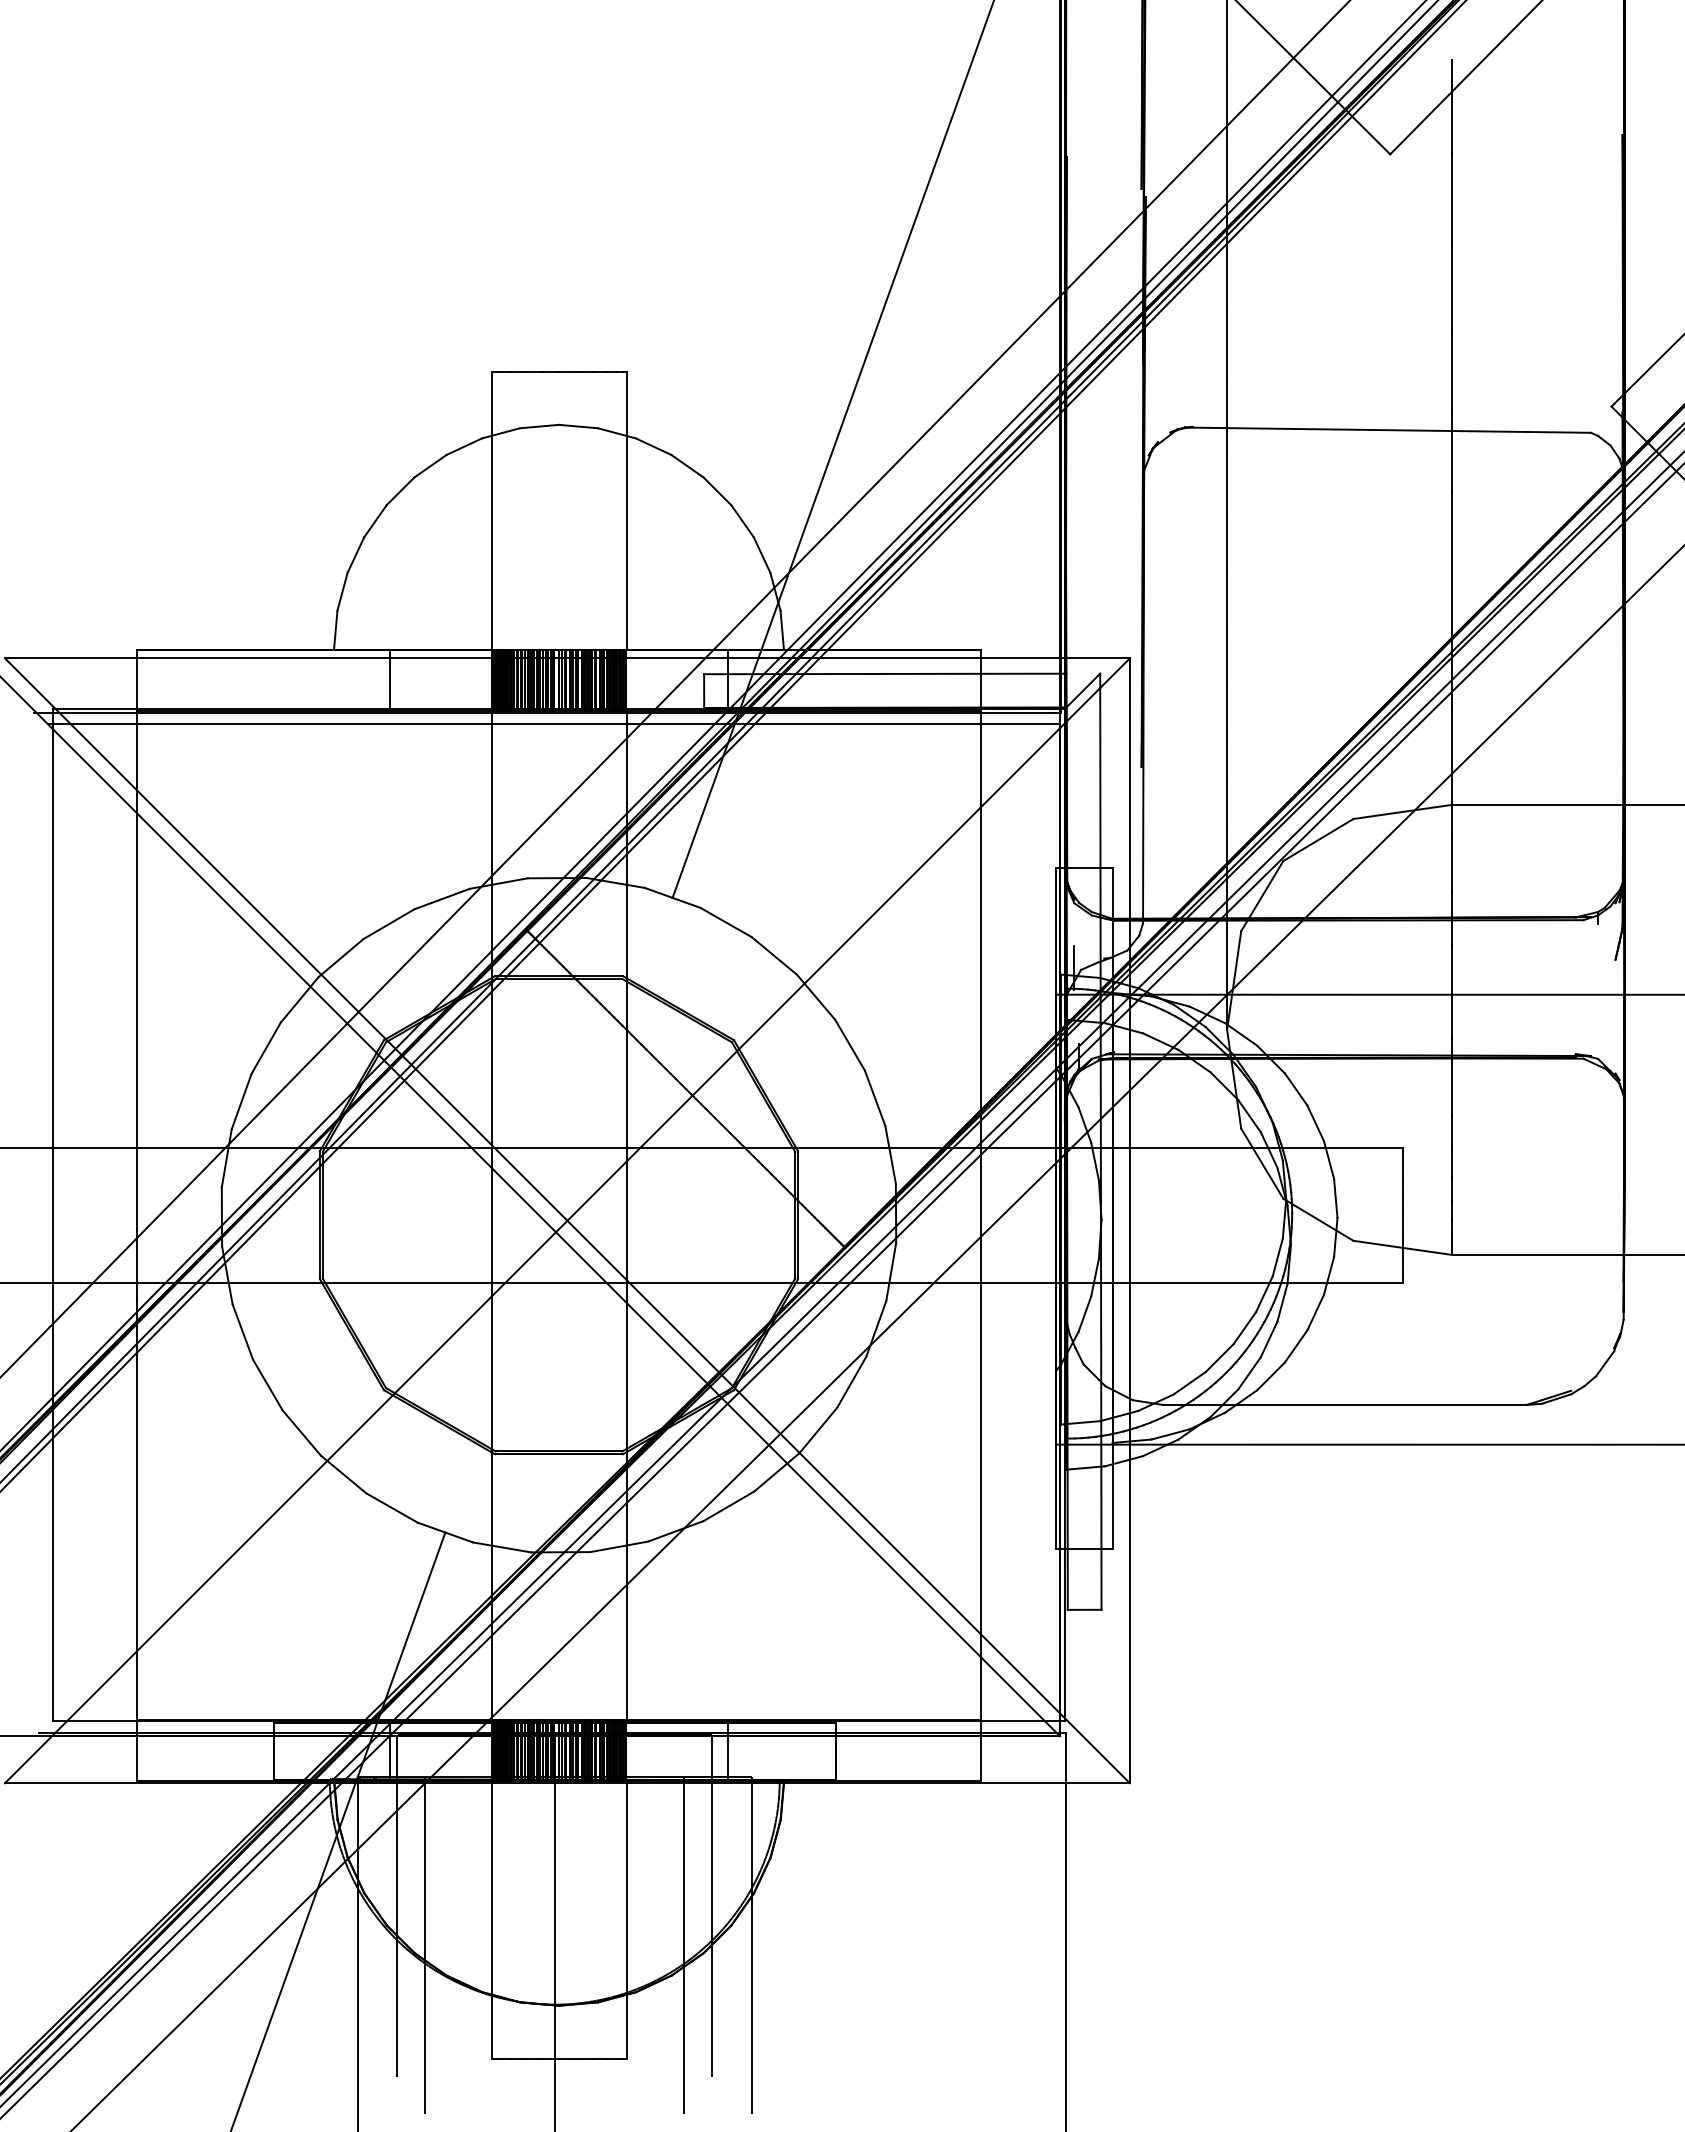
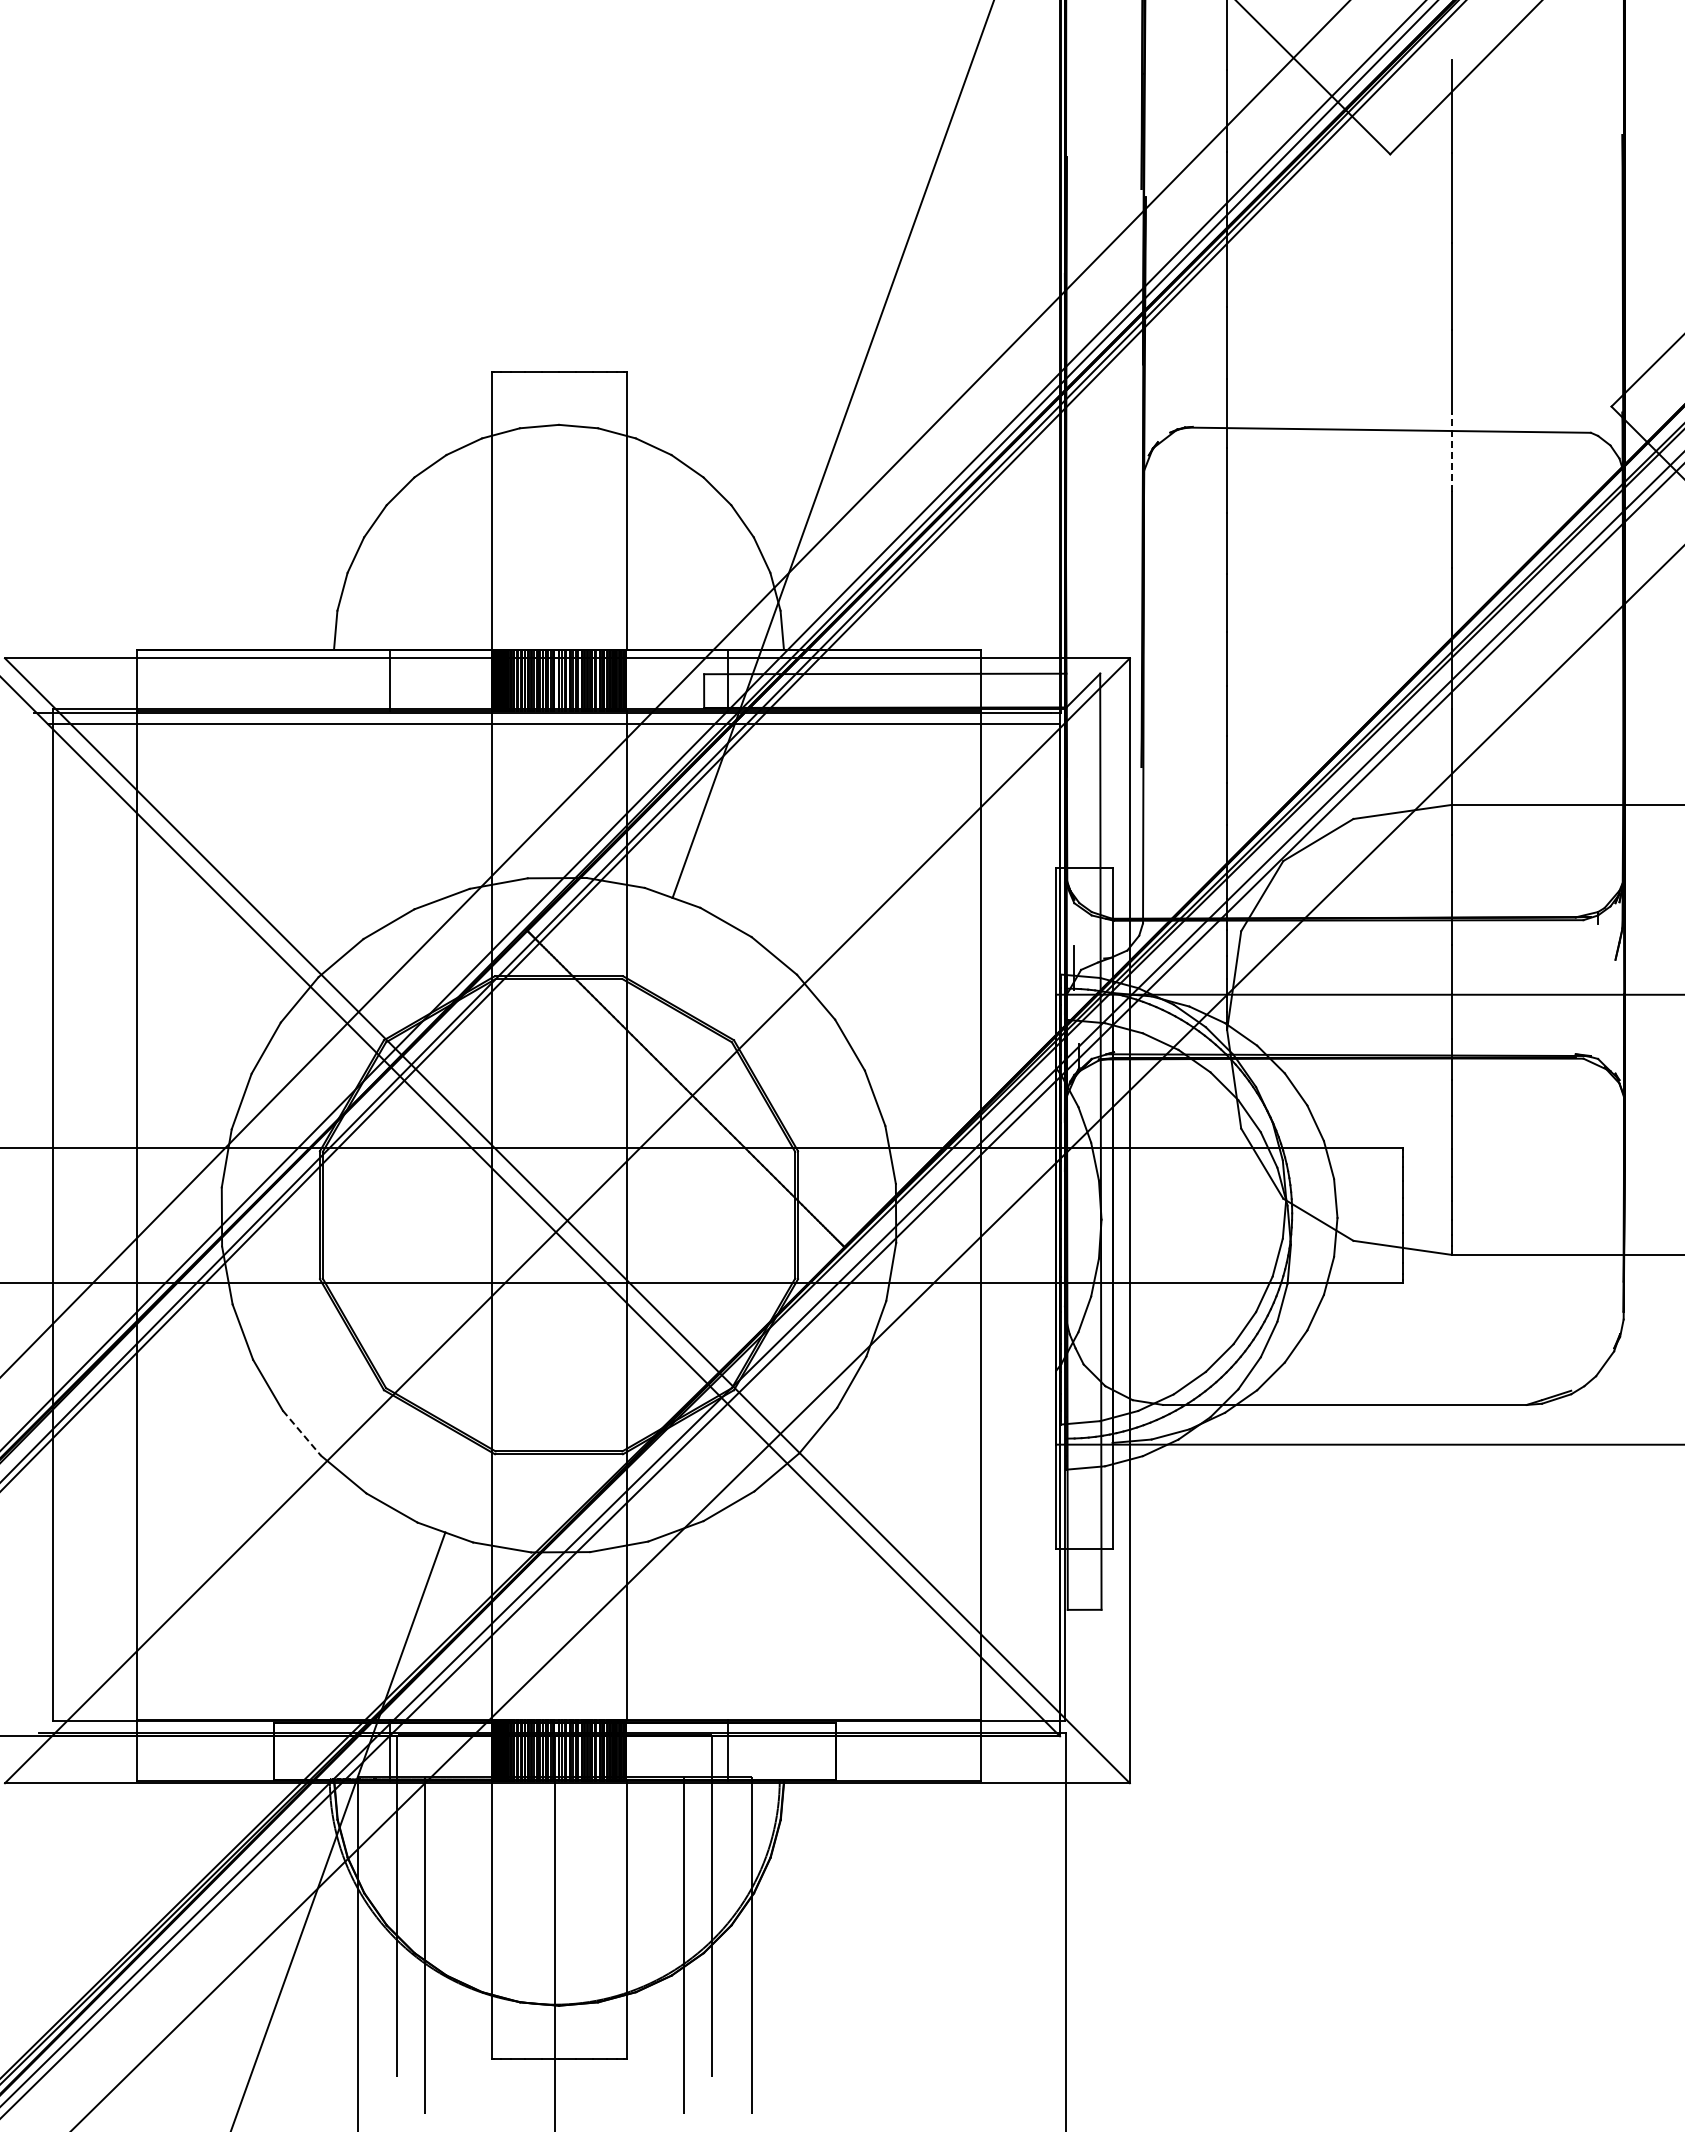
line at (1451, 452): solid -> dashed
line at (302, 1433): solid -> dashed
